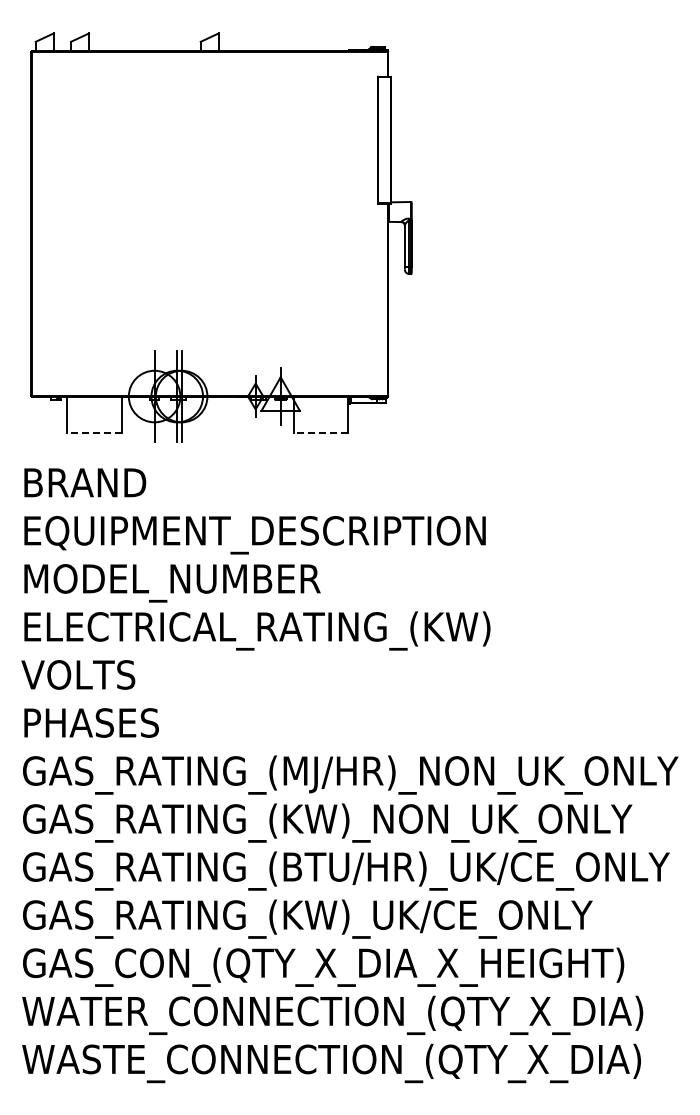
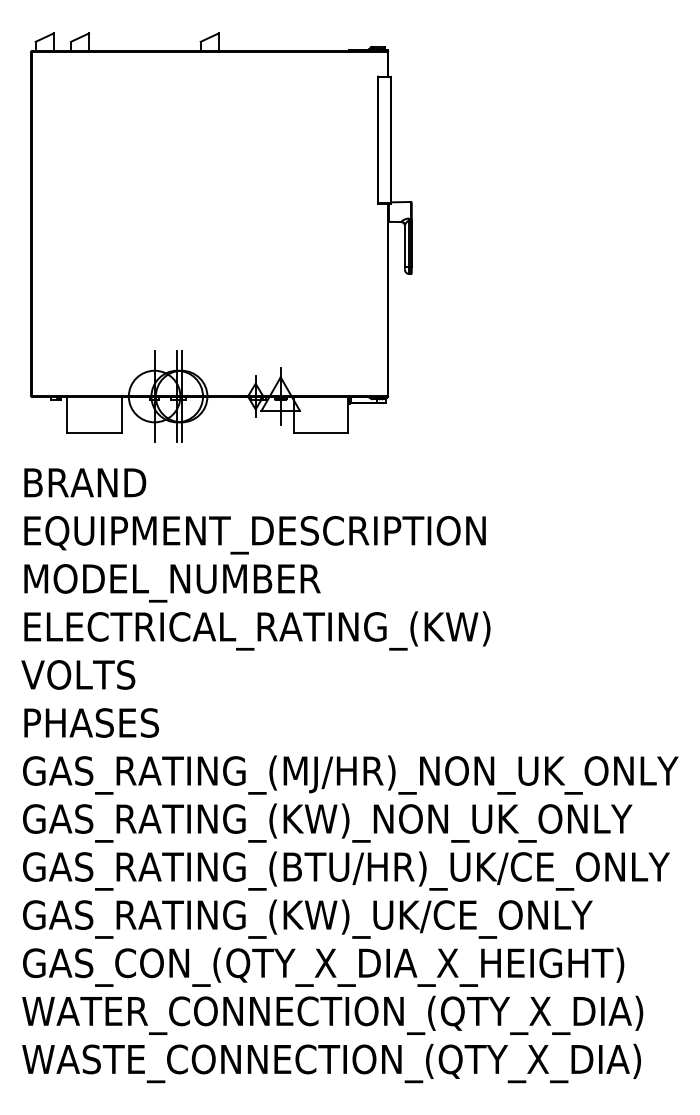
line at (93, 432): dashed -> solid
line at (320, 432): dashed -> solid
